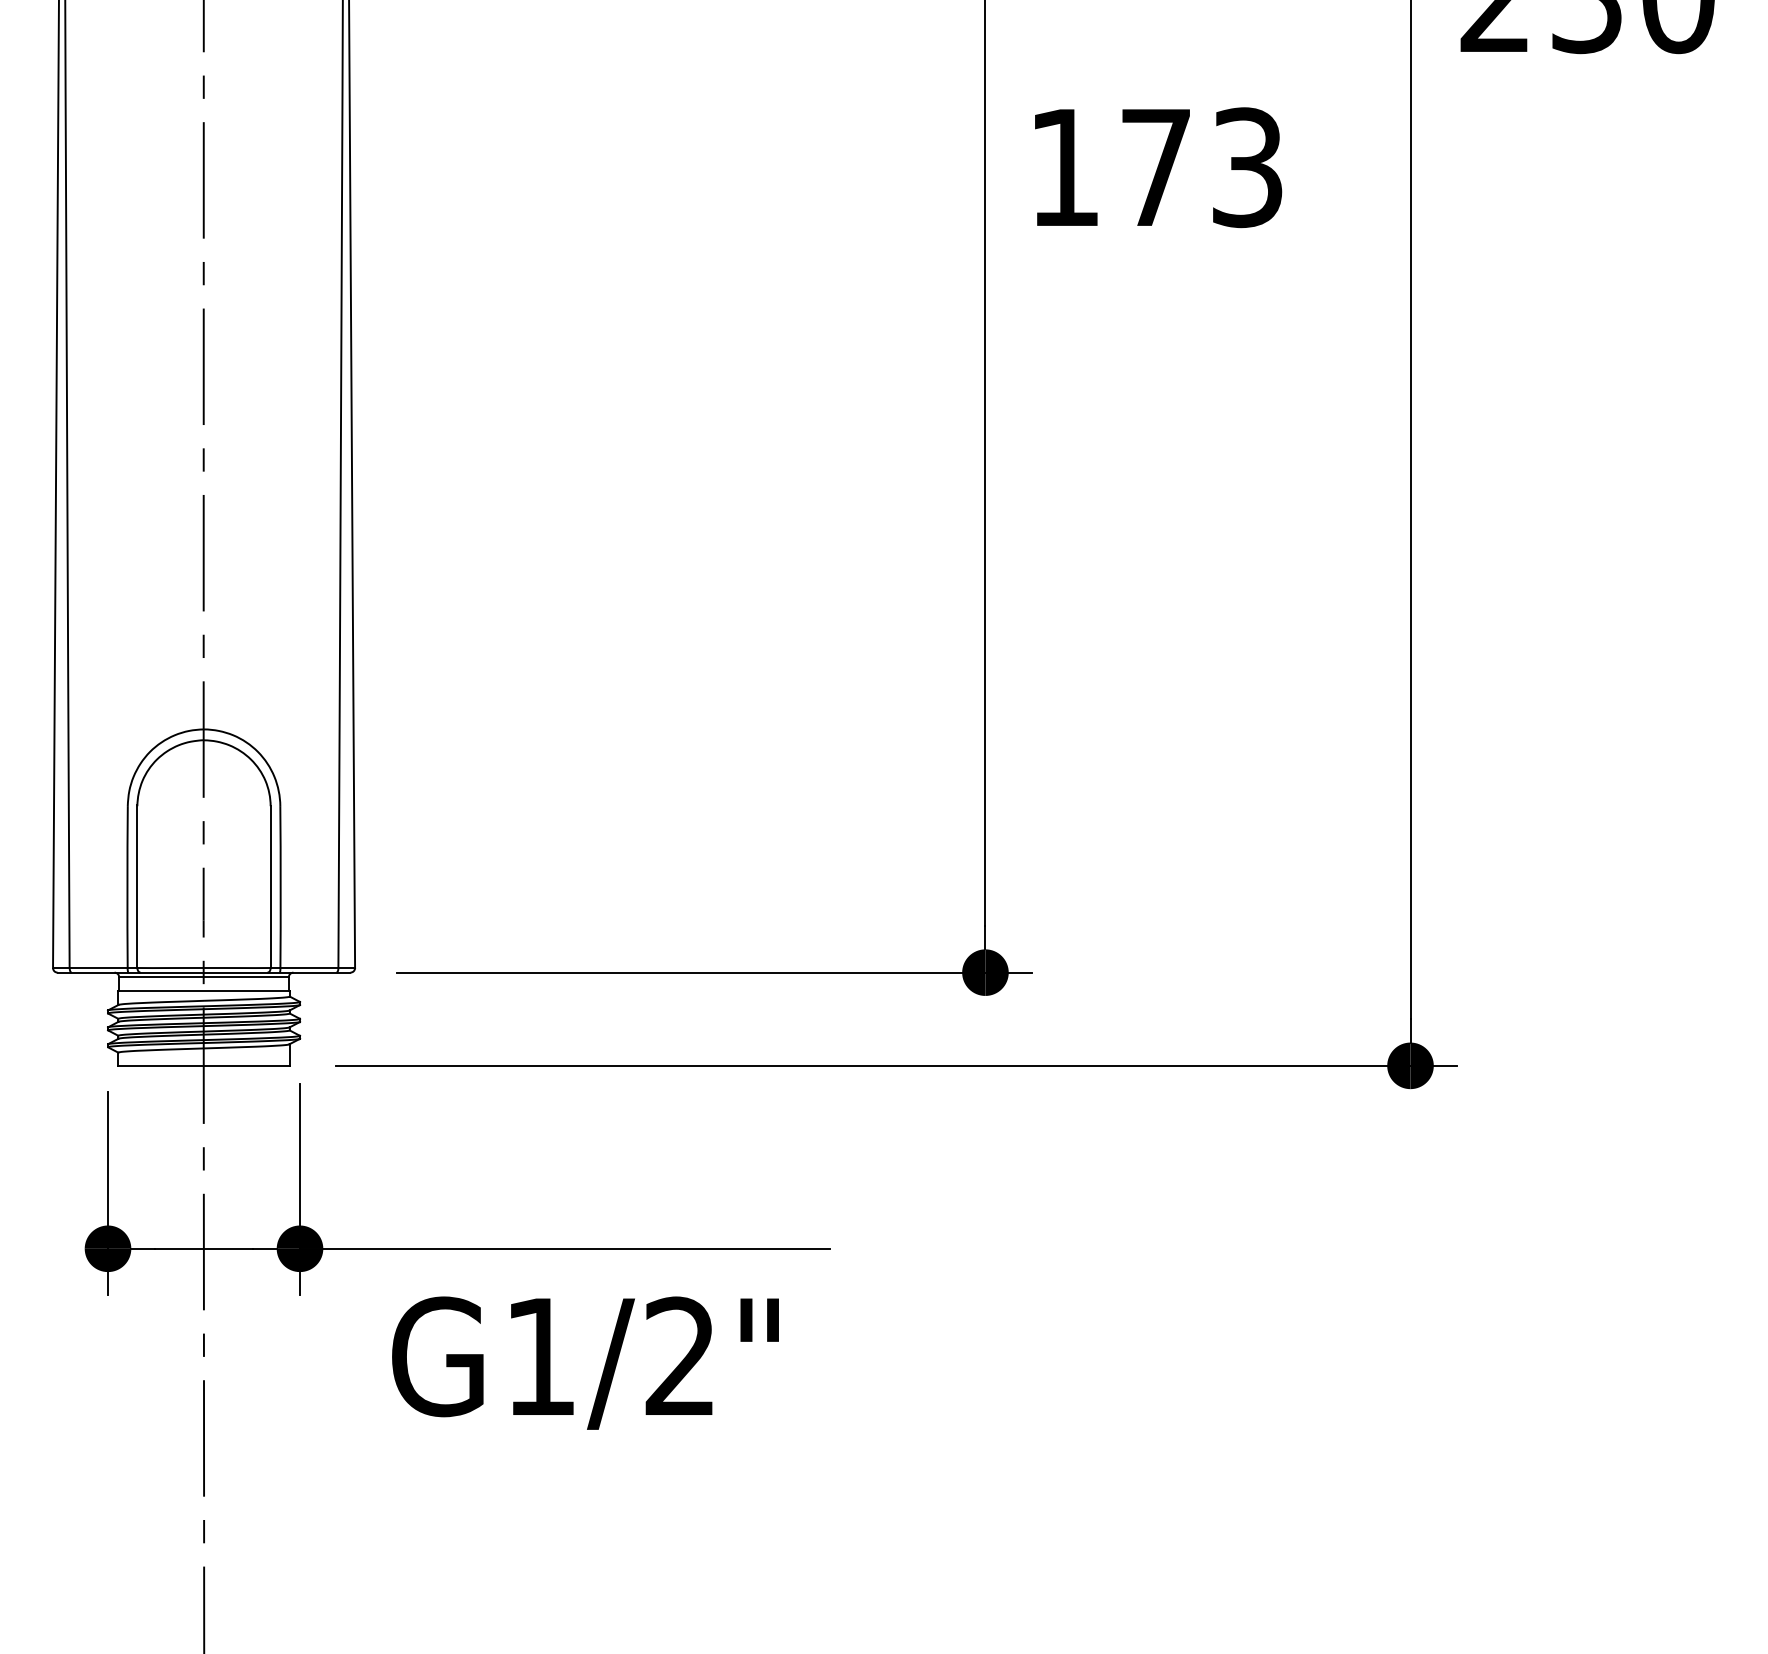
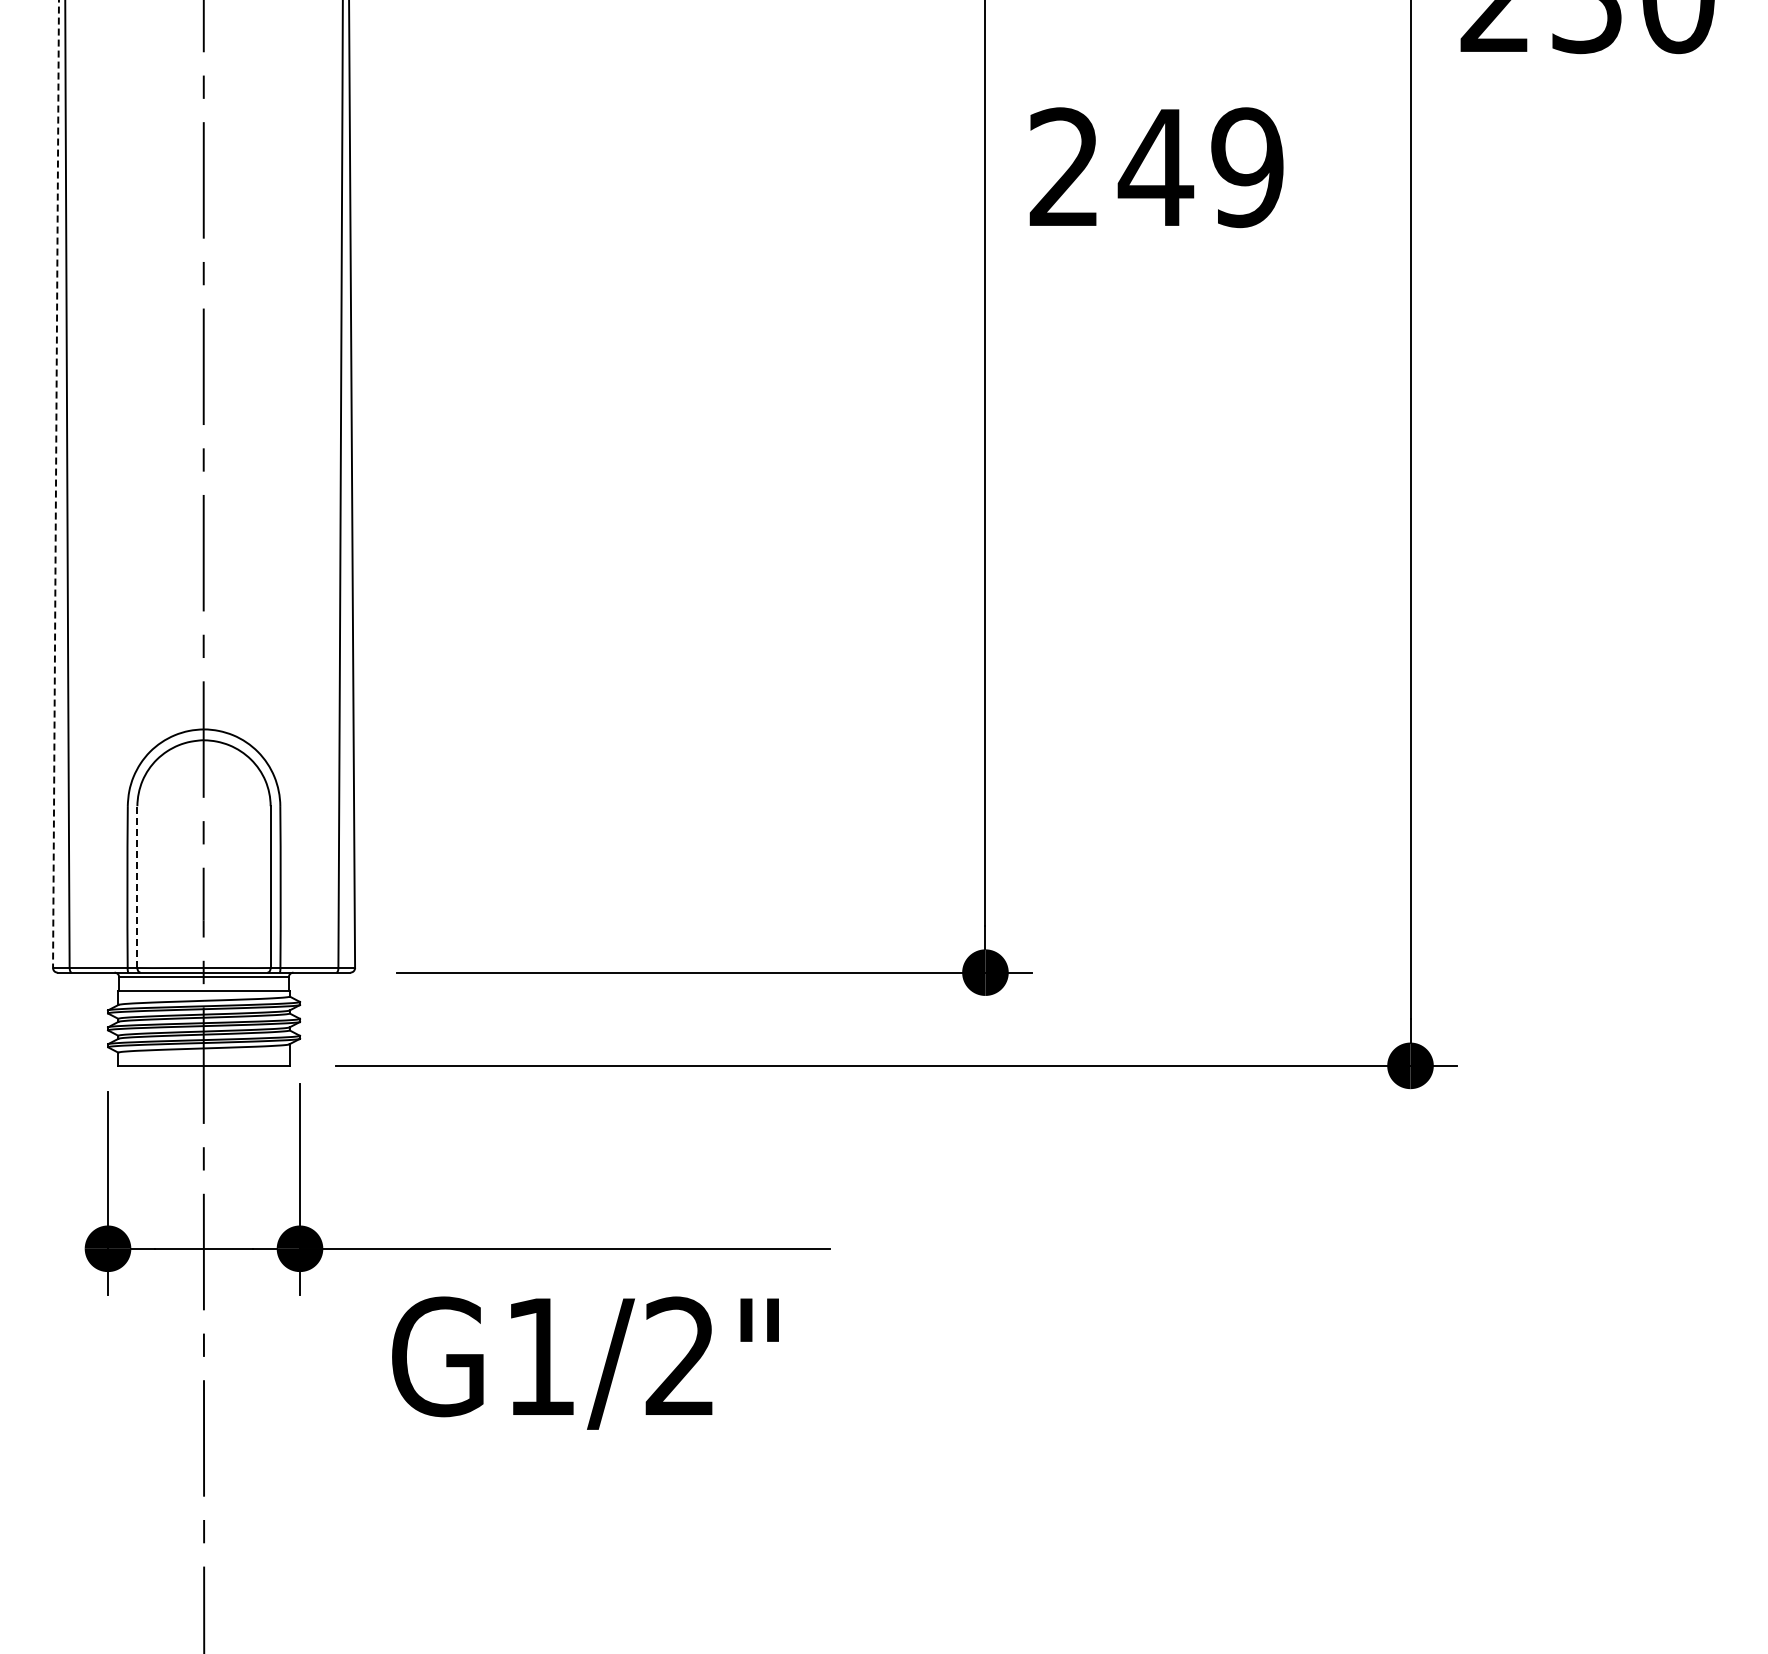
text at (1156, 167): 173 -> 249
line at (56, 484): solid -> dashed
line at (137, 886): solid -> dashed
